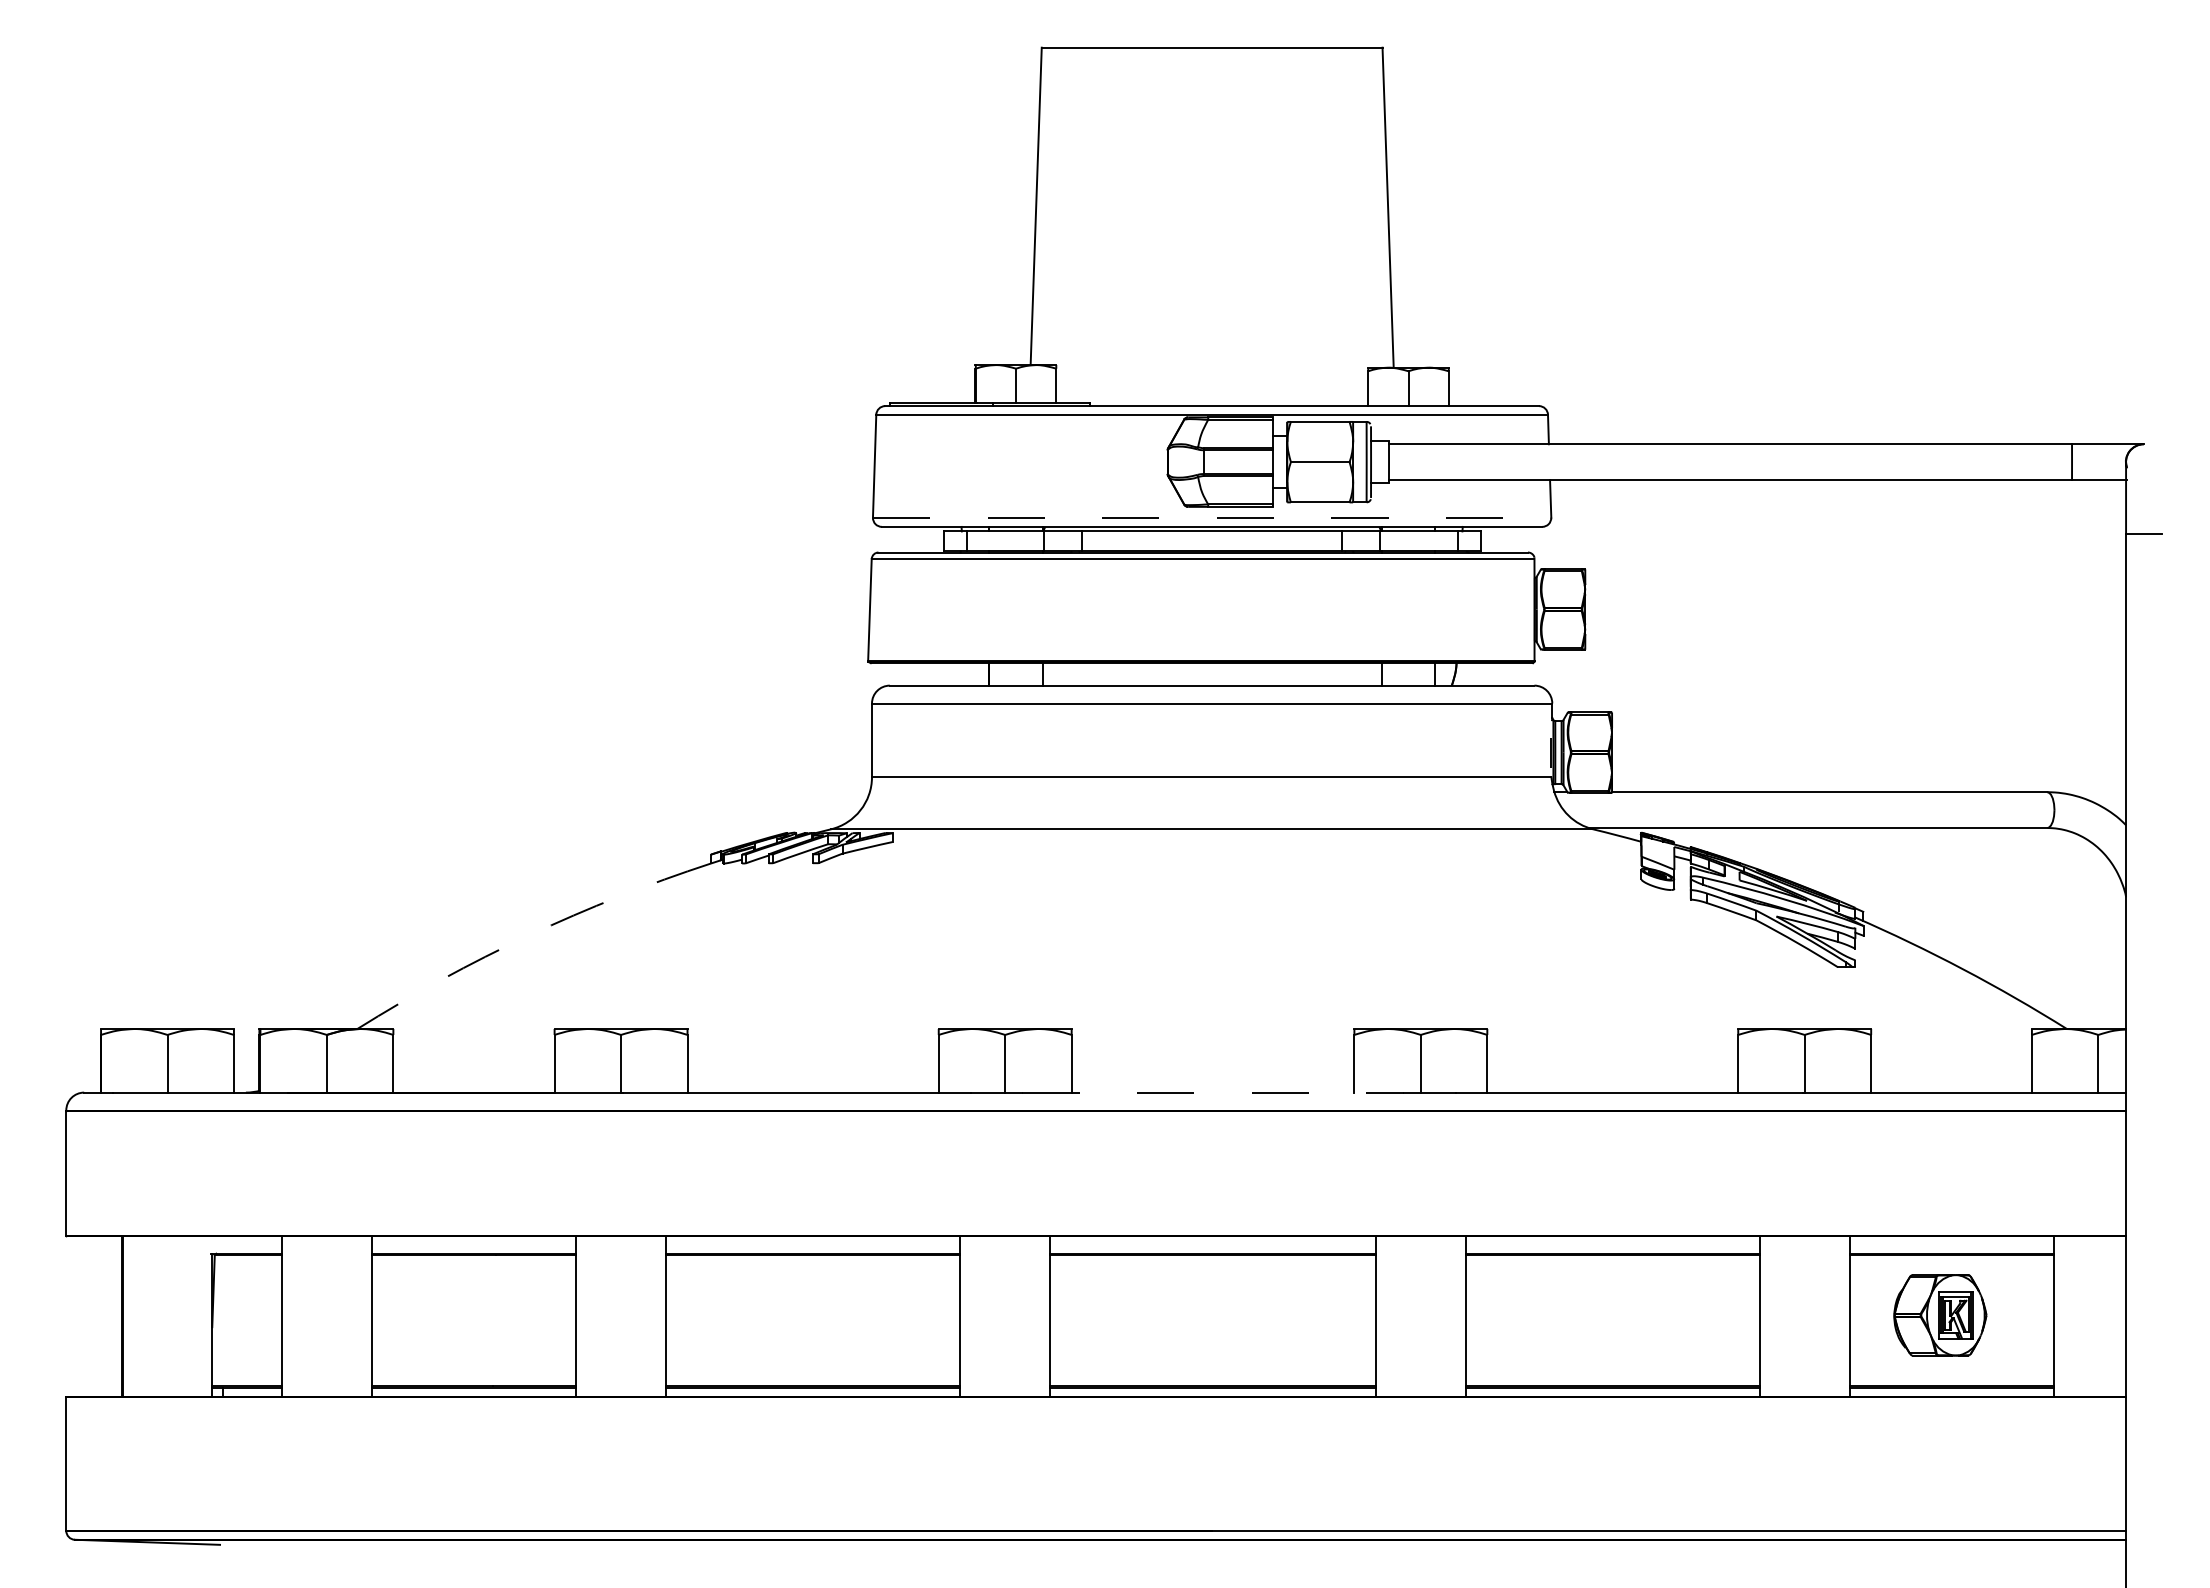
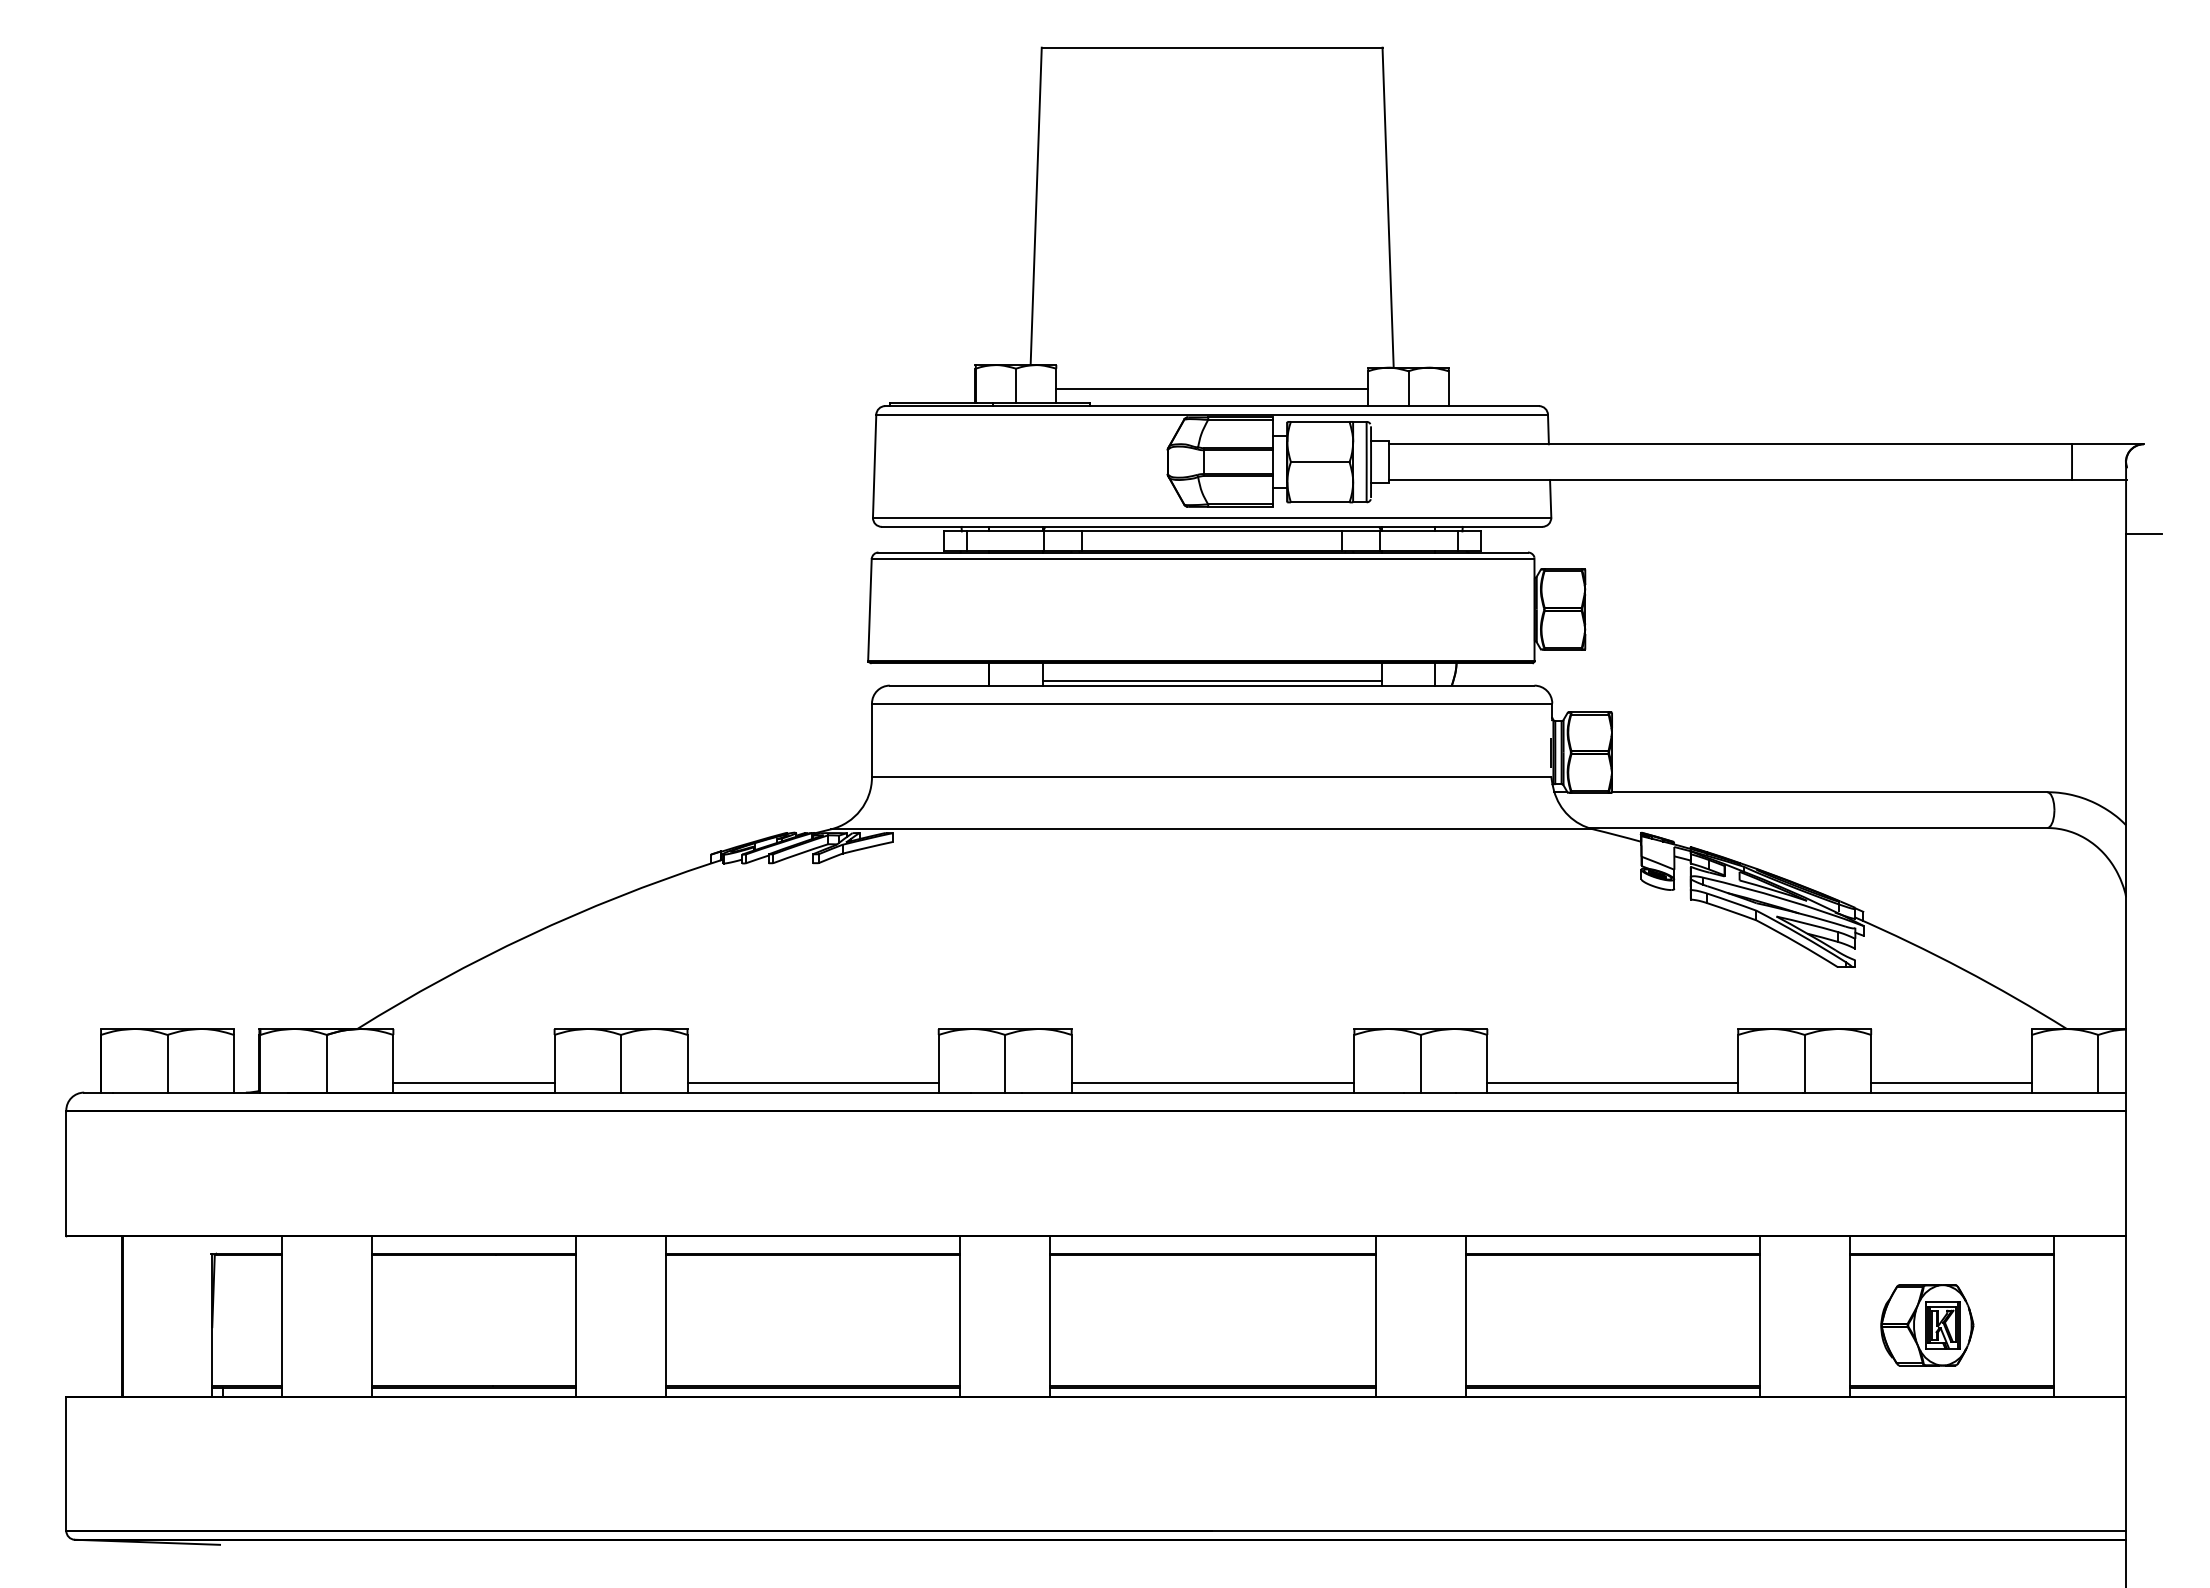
line at (1212, 388): none -> present
line at (1212, 517): dashed -> solid
line at (1211, 681): none -> present
arc at (529, 935): dashed -> solid
line at (473, 1082): none -> present
line at (812, 1082): none -> present
line at (1212, 1082): none -> present
line at (1612, 1082): none -> present
line at (1951, 1082): none -> present
line at (1213, 1092): dashed -> solid
part at (1940, 1315) position: (1940, 1315) -> (1927, 1325)
